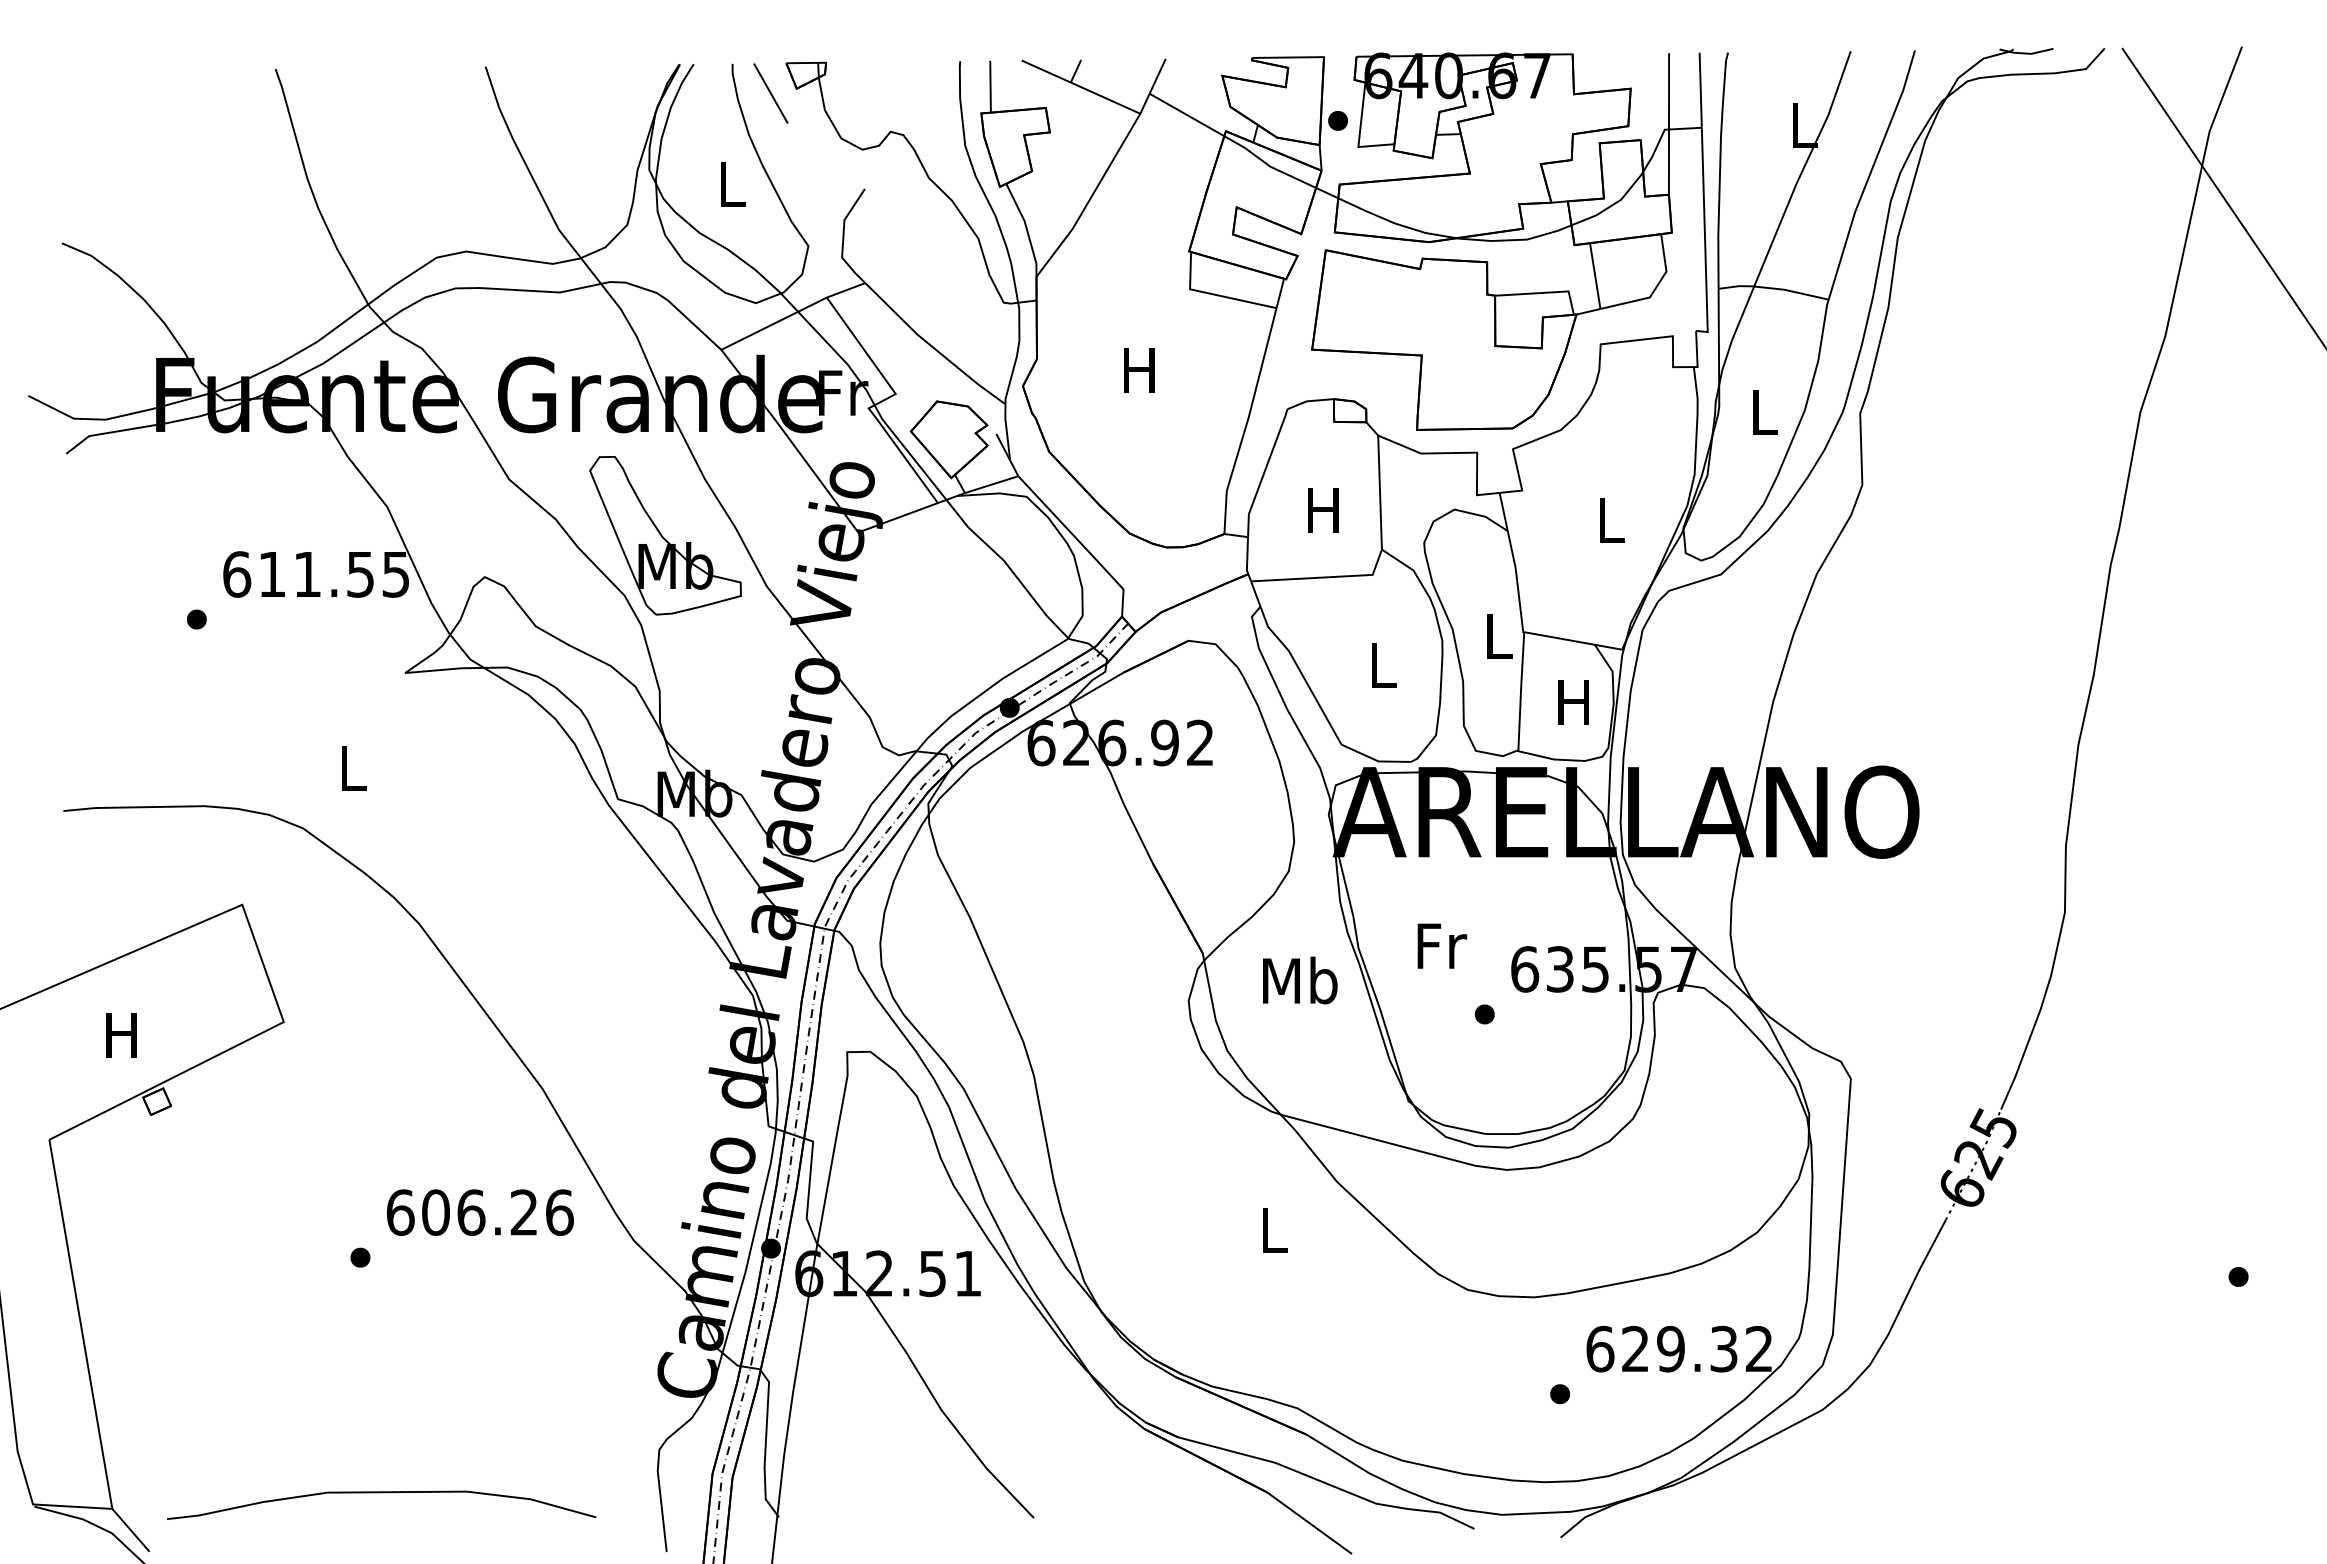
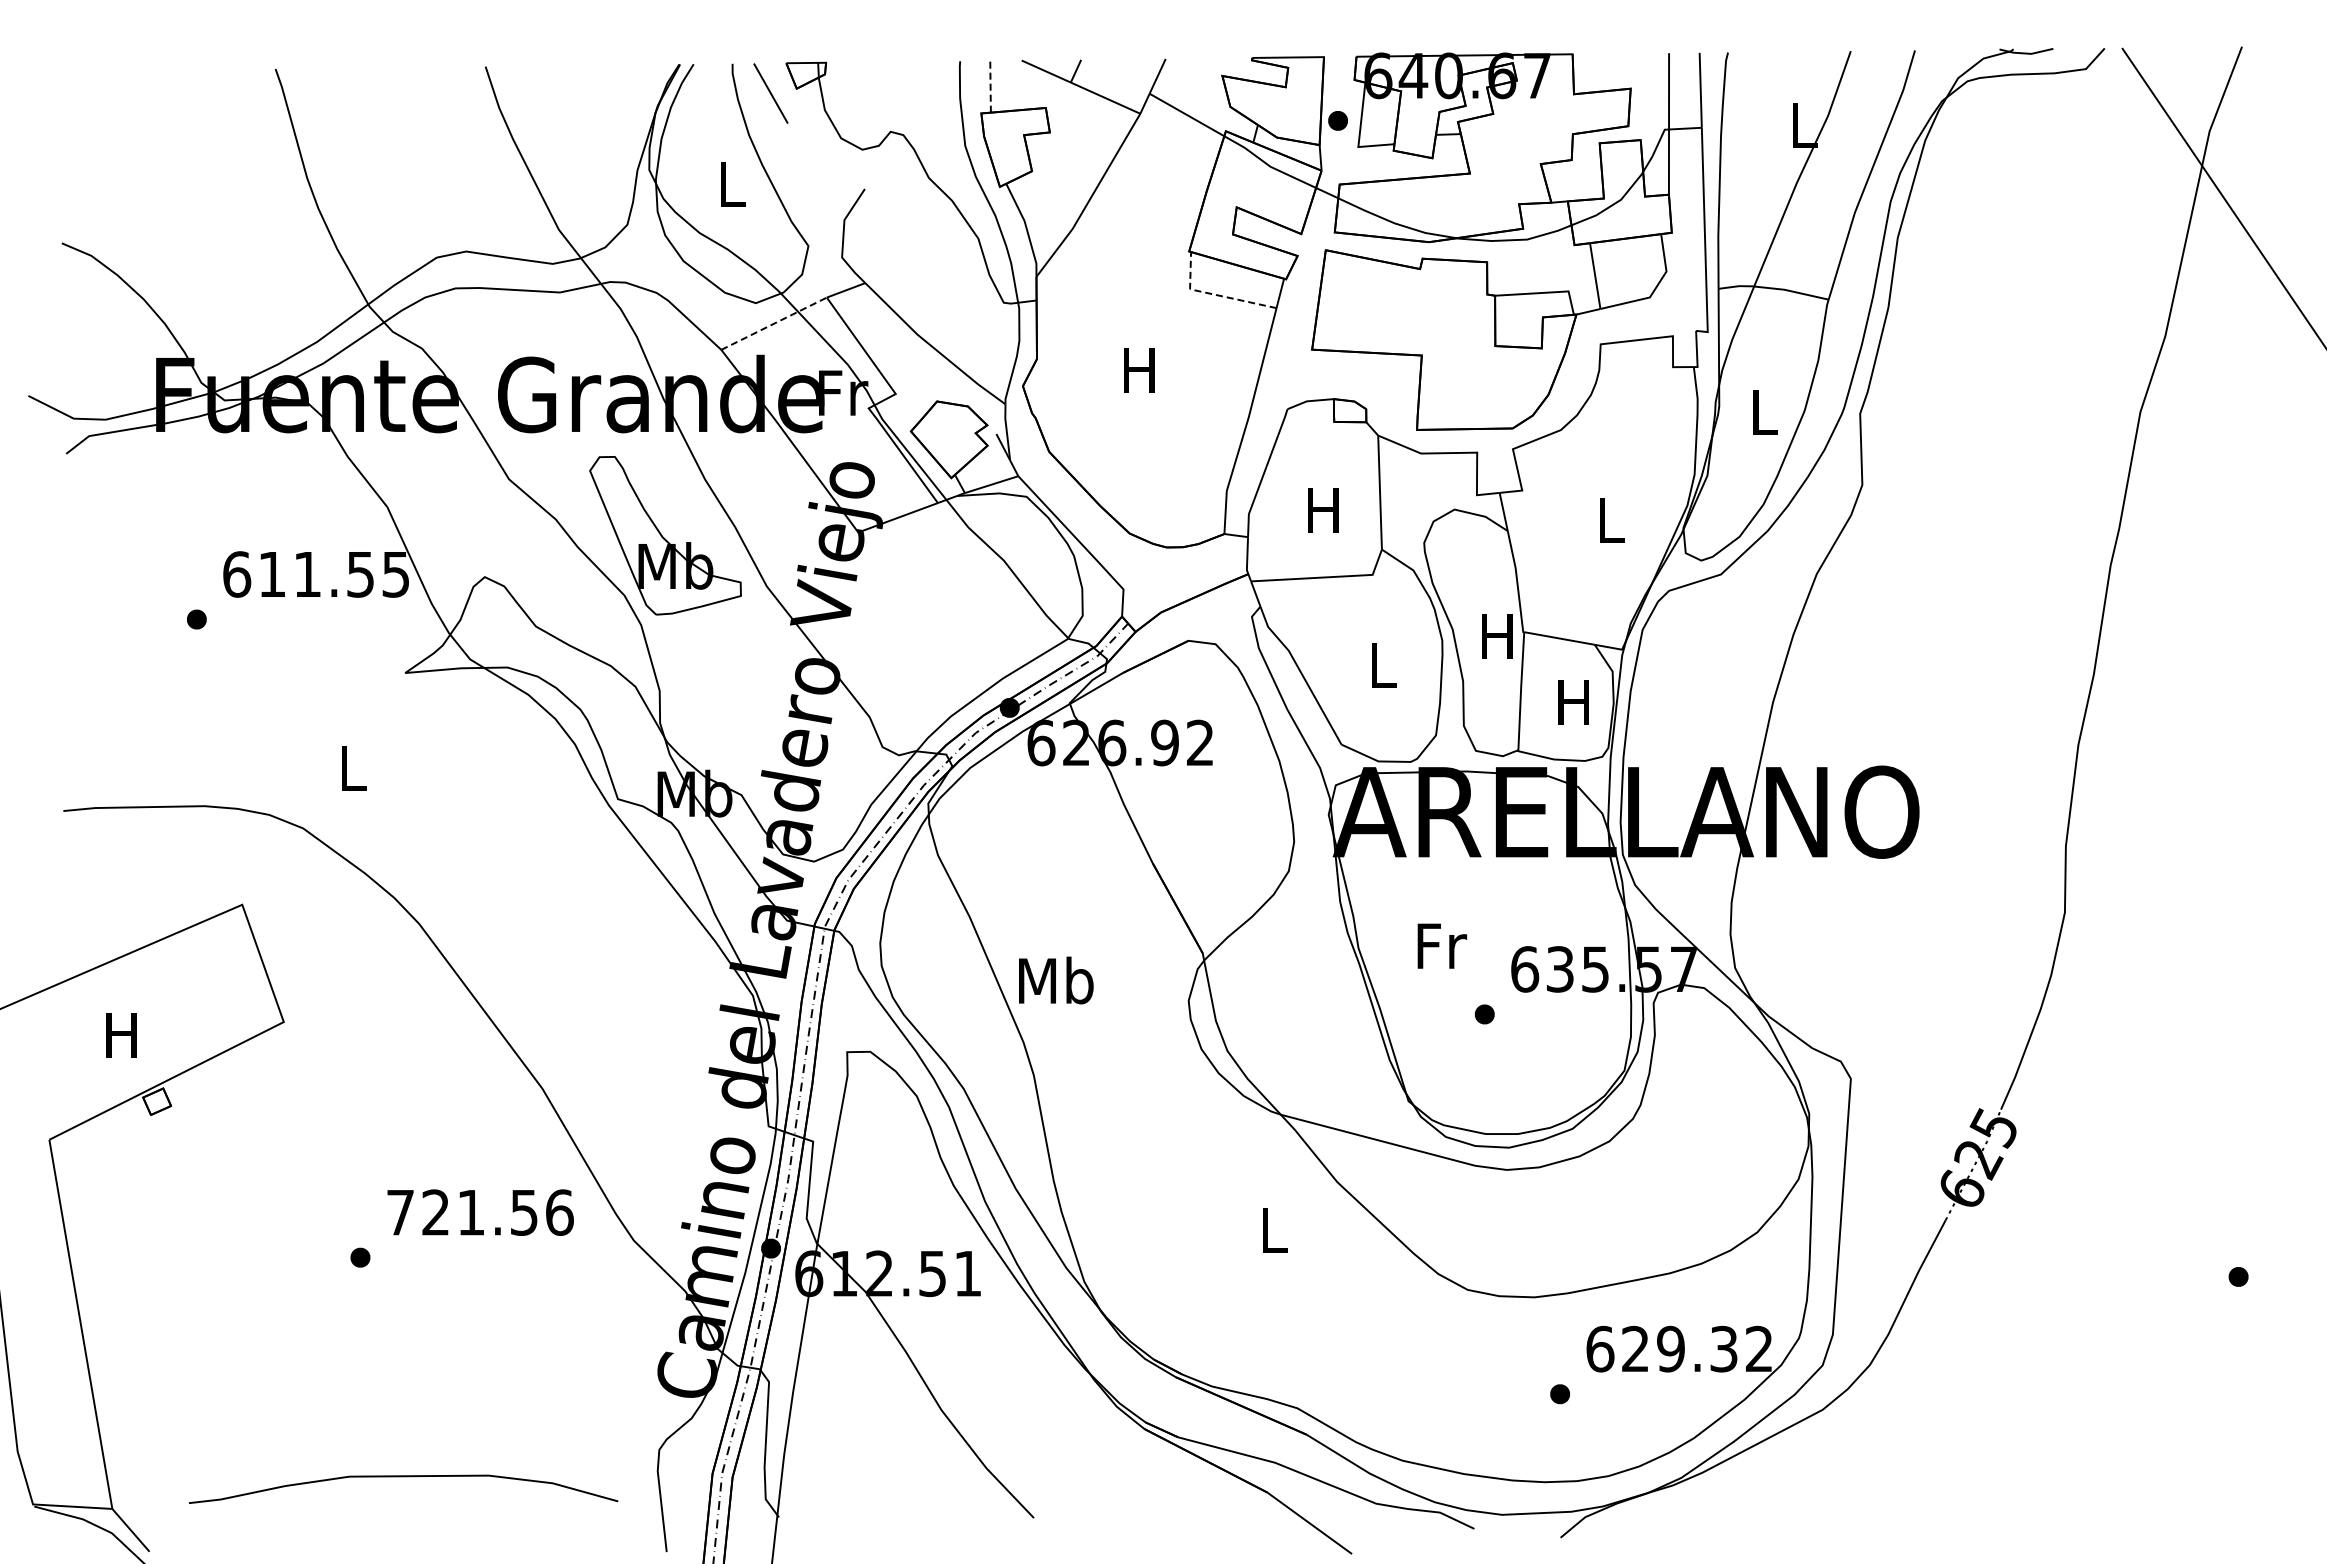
line at (990, 86): solid -> dashed
line at (1214, 294): solid -> dashed
line at (774, 323): solid -> dashed
text at (1497, 636): L -> H
text at (1300, 980) position: (1300, 980) -> (1056, 980)
text at (462, 1212): 606.26 -> 721.56
curve at (381, 1493) position: (381, 1493) -> (403, 1477)
